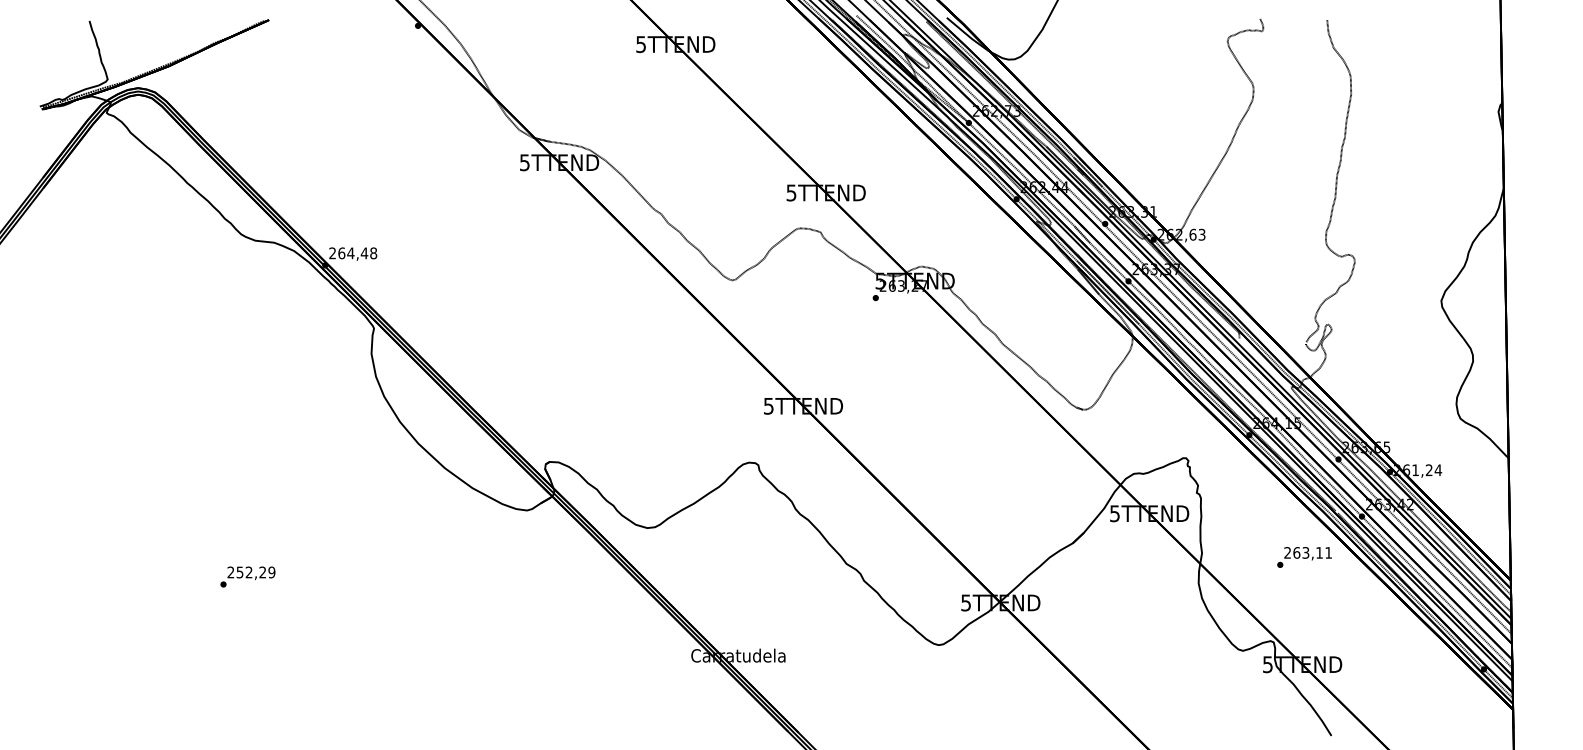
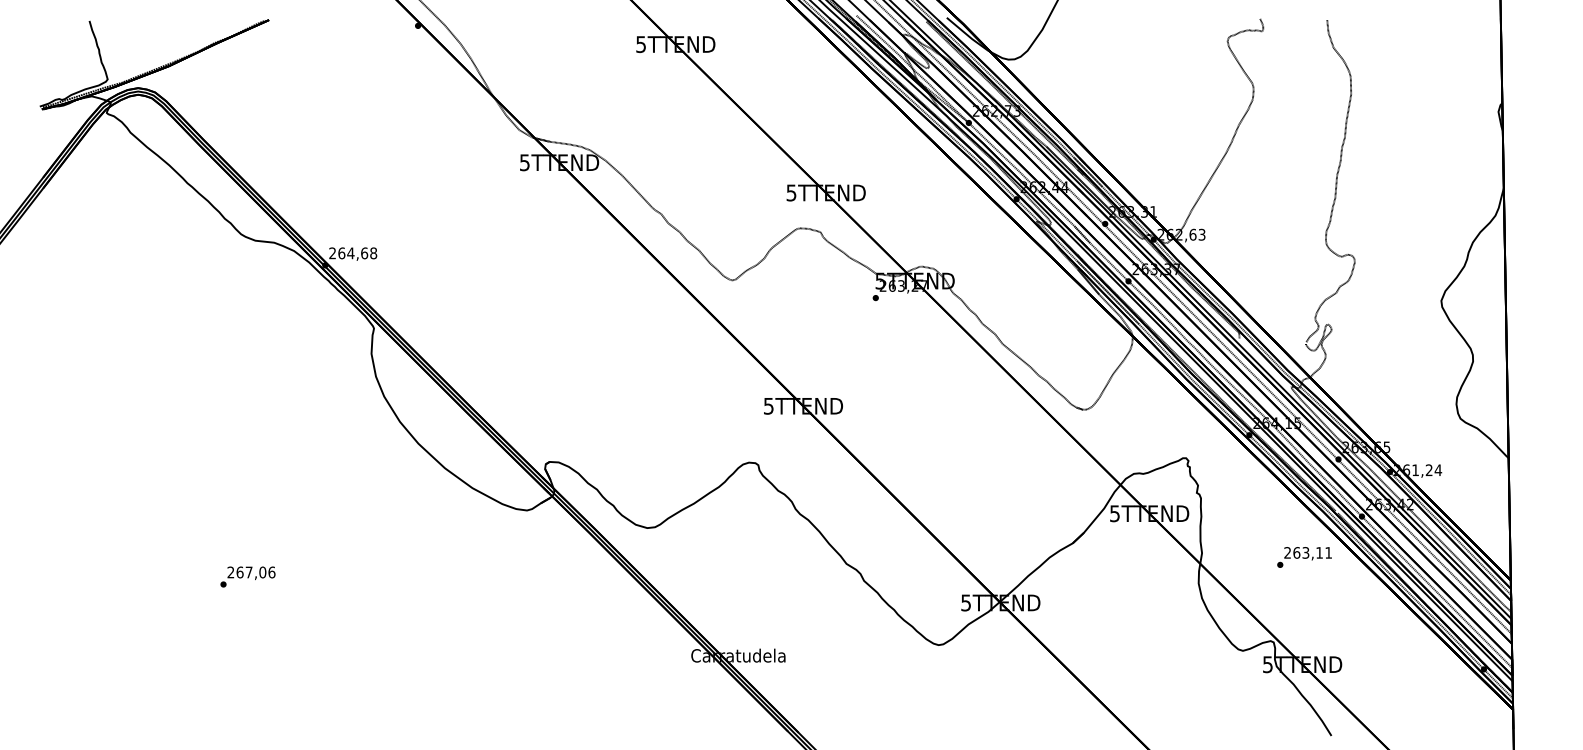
text at (364, 253): 264,48 -> 264,68
text at (255, 572): 252,29 -> 267,06
